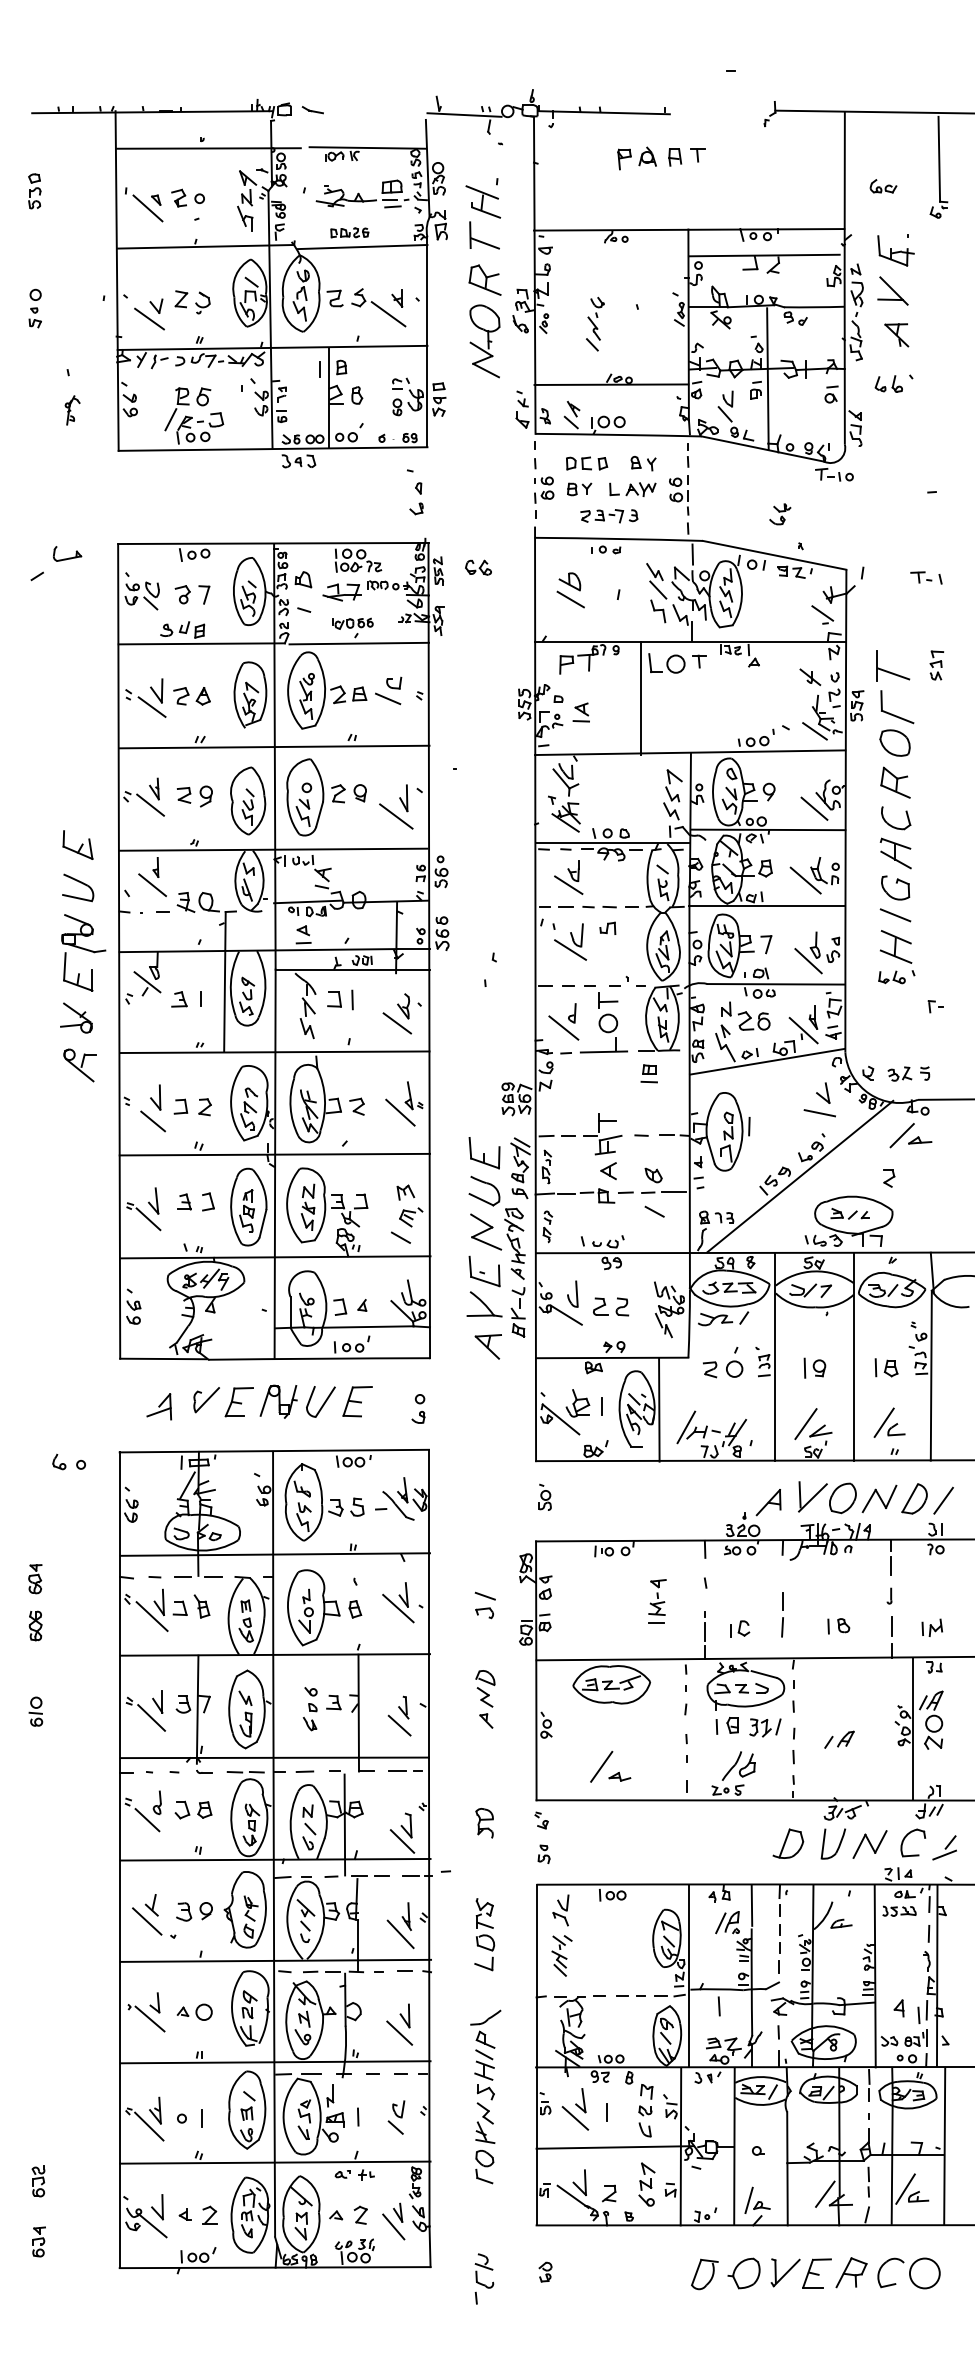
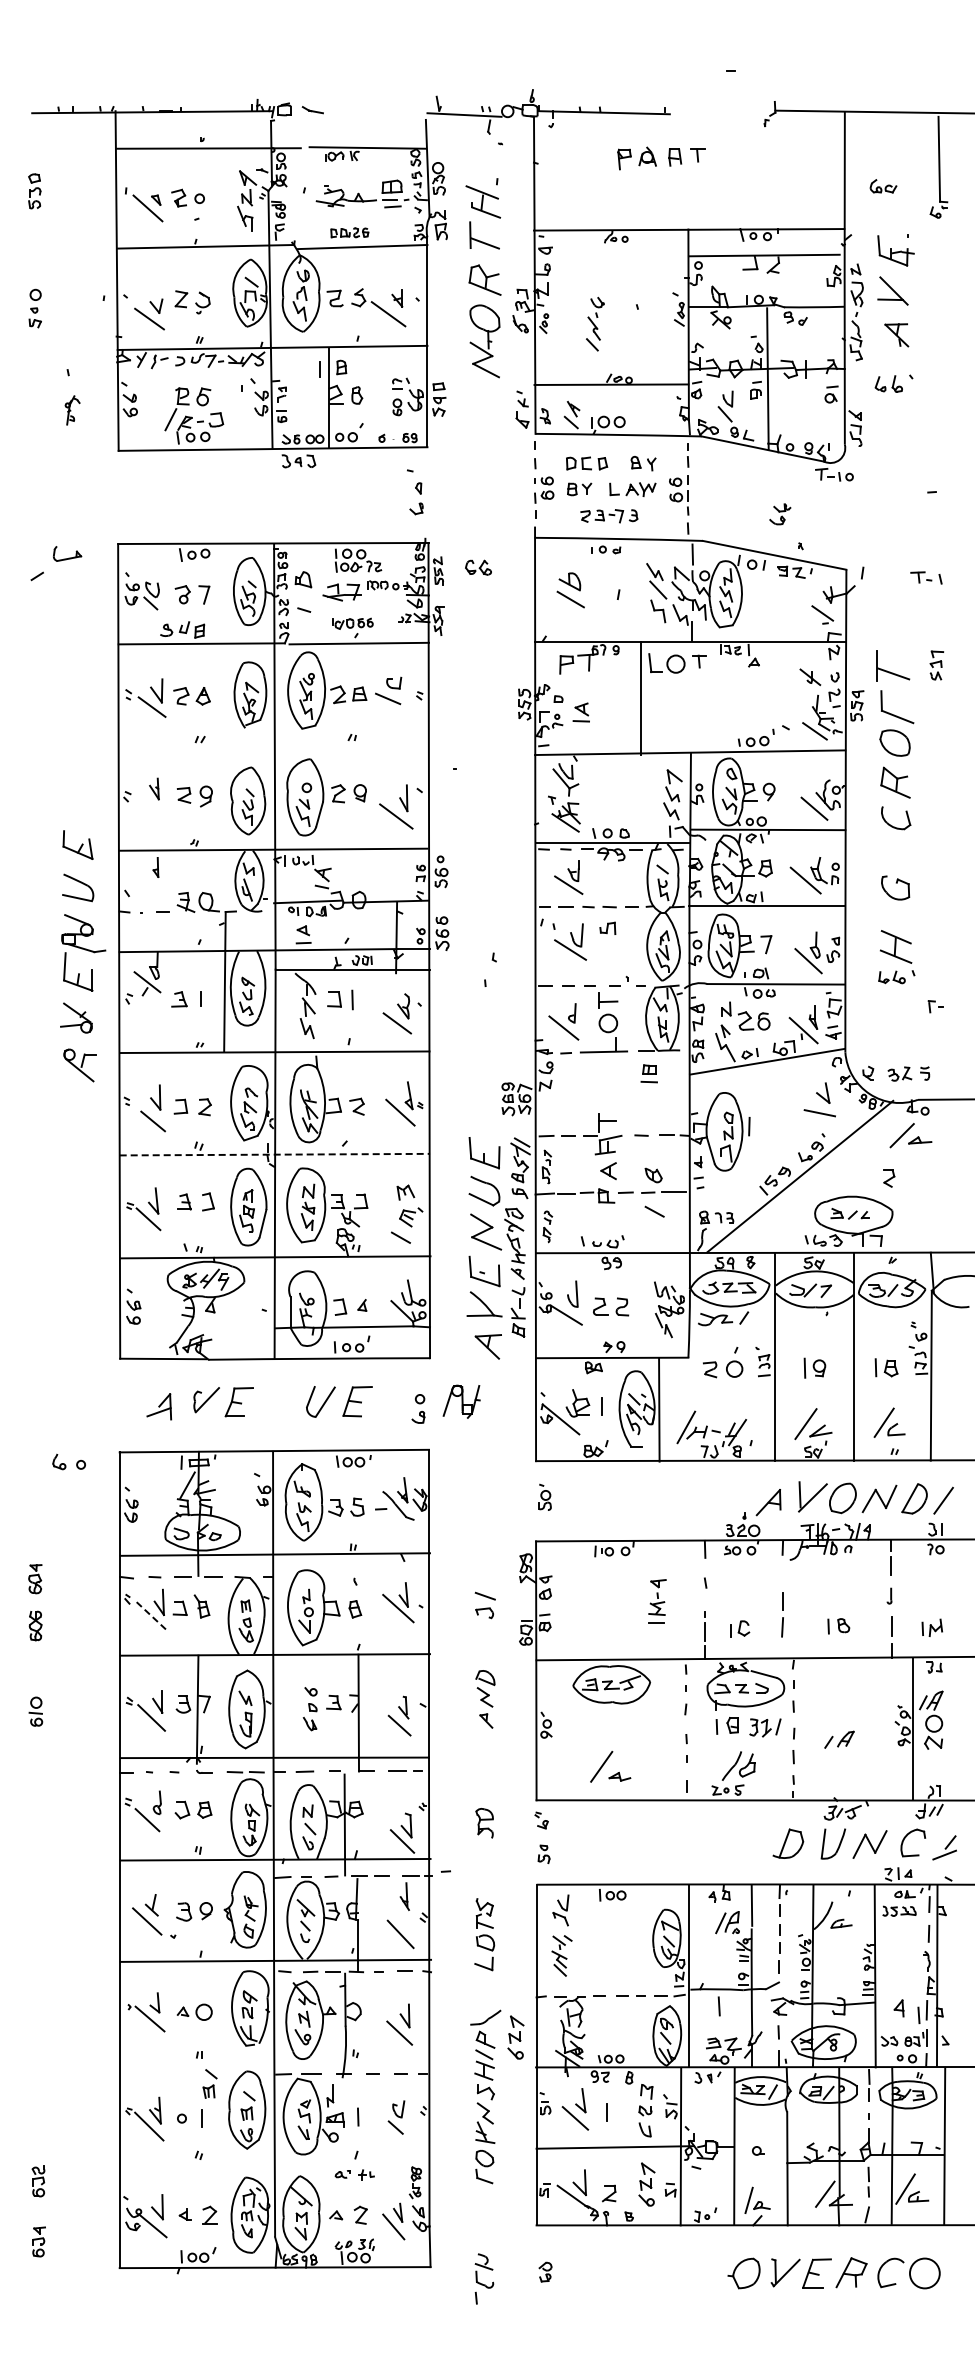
line at (274, 746): present -> none
line at (150, 804): present -> none
part at (895, 853): present -> none
line at (152, 885): present -> none
line at (895, 915): present -> none
line at (275, 1154): solid -> dashed
part at (278, 1401) position: (278, 1401) -> (461, 1401)
line at (152, 1616): solid -> dashed
part at (406, 1916) position: (406, 1916) -> (404, 1896)
part at (515, 2037): none -> present
line at (275, 2062): present -> none
part at (209, 2083): none -> present
line at (275, 2162): present -> none
part at (704, 2274): present -> none
